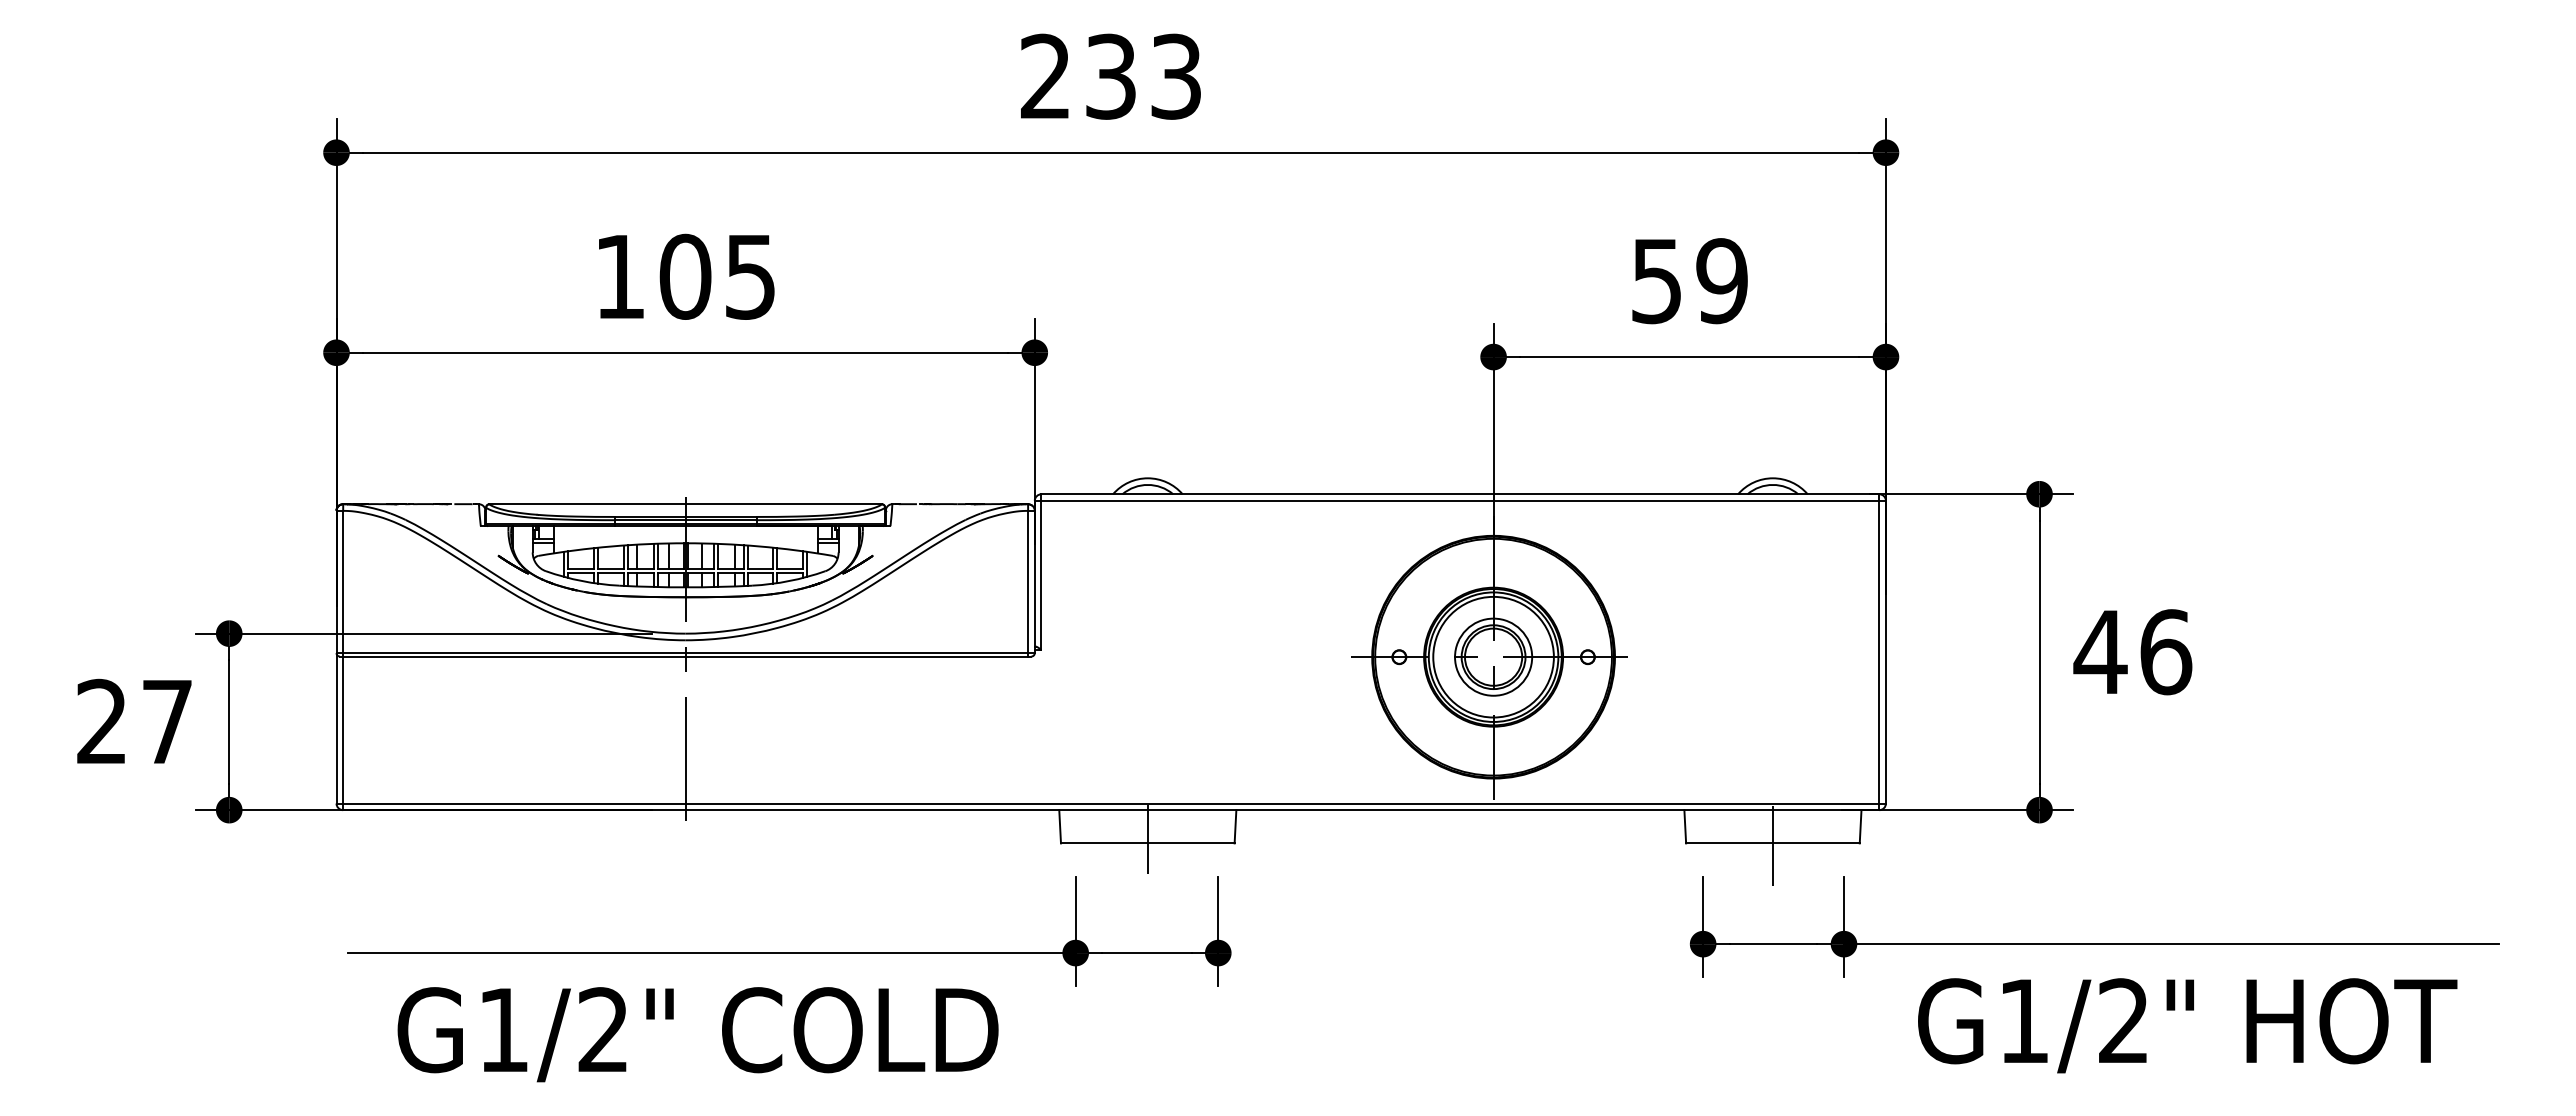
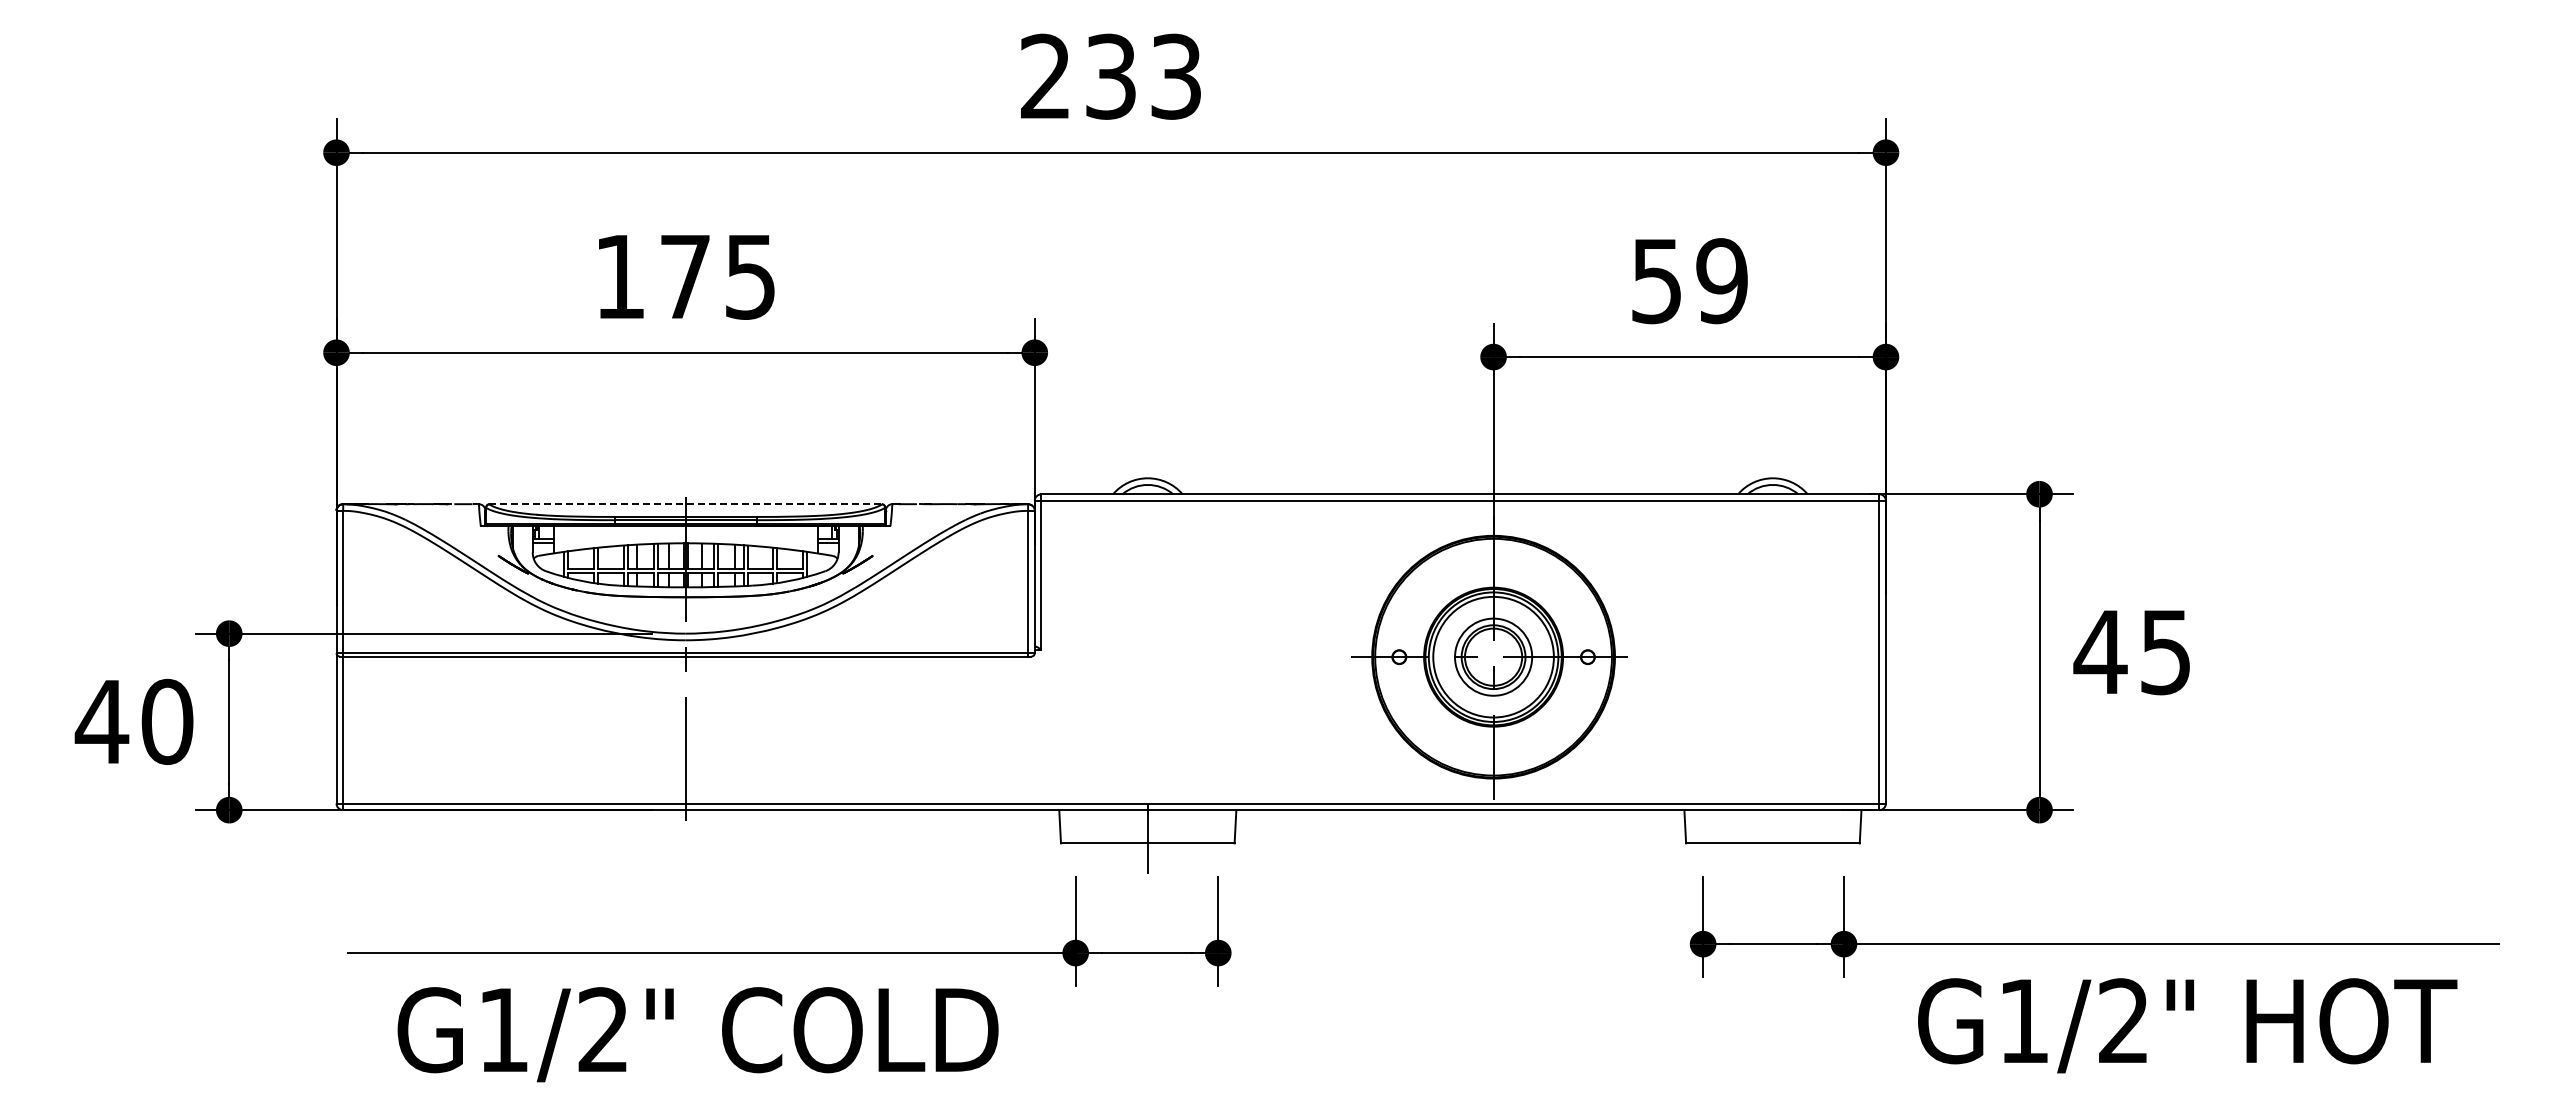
text at (685, 276): 105 -> 175
line at (686, 504): solid -> dashed
text at (2166, 652): 46 -> 45
text at (133, 721): 27 -> 40
line at (1772, 845): present -> none
